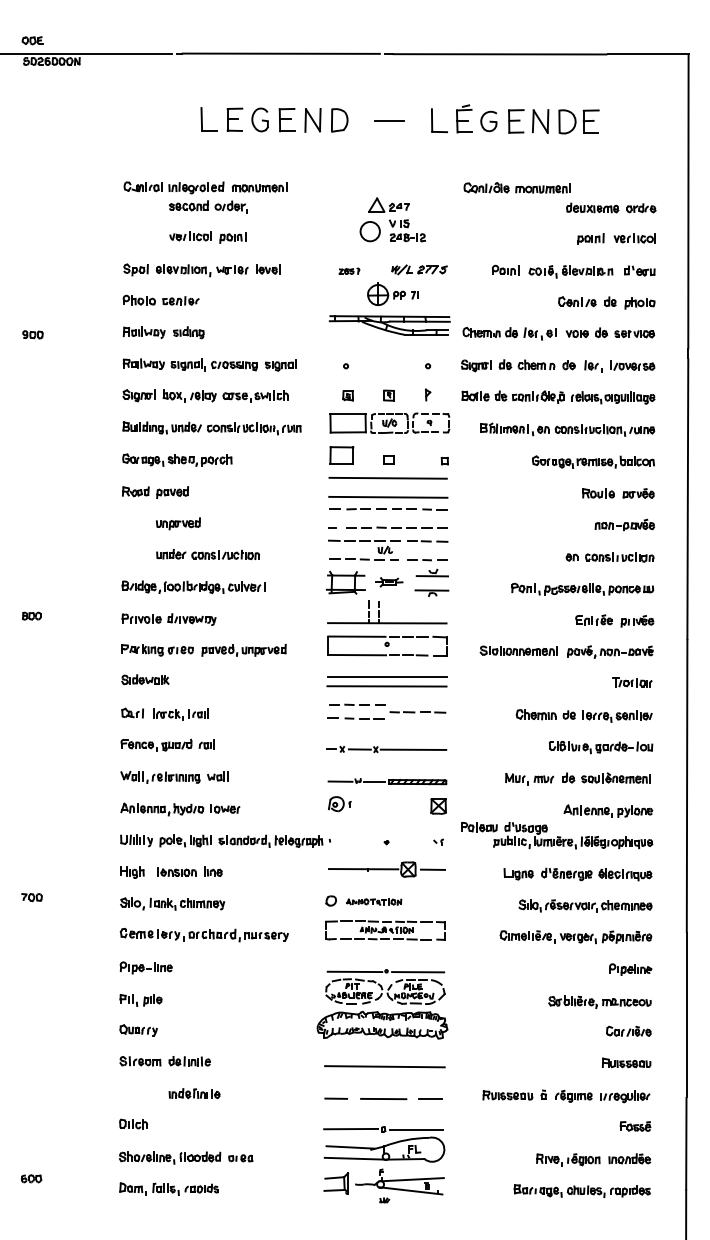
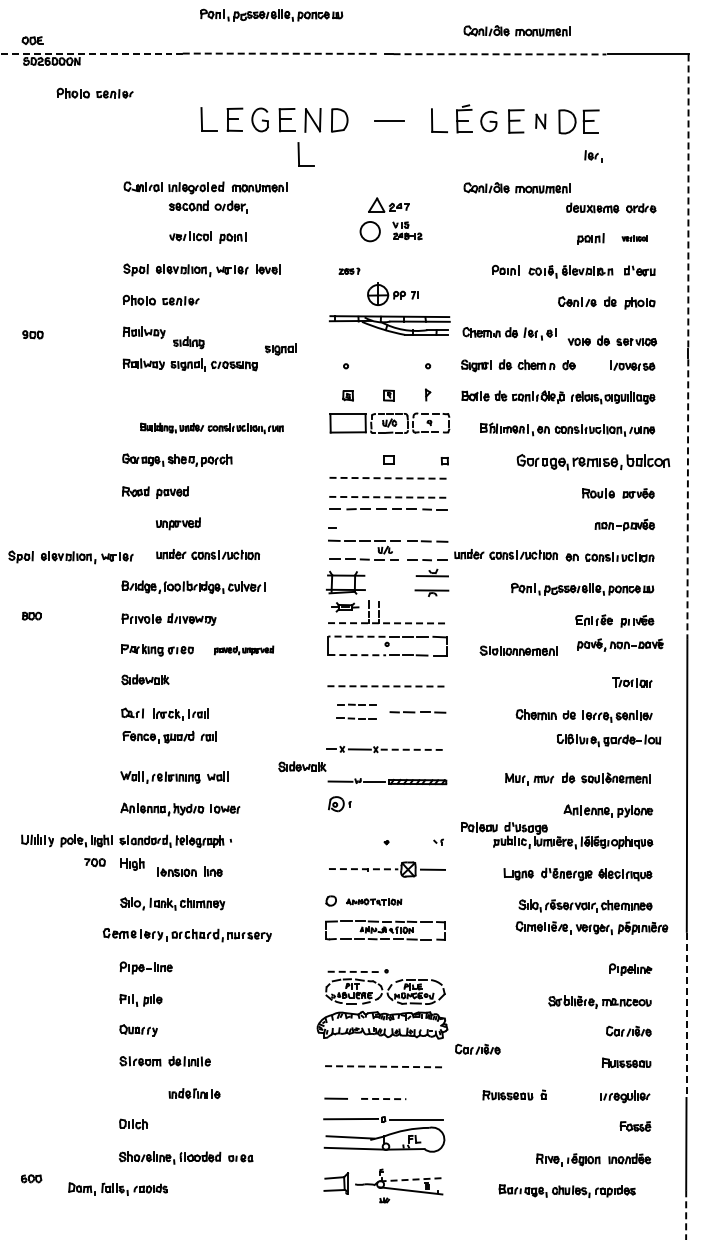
part at (271, 14): none -> present
part at (516, 30): none -> present
line at (86, 53): solid -> dashed
line at (281, 53): solid -> dashed
line at (500, 54): solid -> dashed
part at (94, 92): none -> present
part at (540, 121) size: 18x25 px -> 12x17 px
part at (305, 154): none -> present
line at (688, 202): solid -> dashed
part at (407, 230) size: 37x24 px -> 31x20 px
part at (634, 238) size: 43x11 px -> 27x7 px
part at (419, 269): present -> none
part at (188, 332) position: (188, 332) -> (188, 342)
part at (610, 332) position: (610, 332) -> (612, 340)
part at (280, 365) position: (280, 365) -> (280, 349)
part at (593, 366) position: (593, 366) -> (593, 156)
part at (205, 395): present -> none
part at (211, 428) size: 180x15 px -> 144x13 px
part at (341, 455): present -> none
part at (593, 461) size: 123x14 px -> 155x17 px
line at (388, 478): solid -> dashed
line at (388, 497): solid -> dashed
line at (687, 499): solid -> dashed
part at (396, 527): present -> none
part at (505, 554): none -> present
part at (70, 557): none -> present
part at (389, 582) position: (389, 582) -> (345, 607)
line at (387, 623): solid -> dashed
line at (356, 636): solid -> dashed
part at (243, 650) size: 86x13 px -> 61x11 px
part at (610, 651) position: (610, 651) -> (620, 644)
line at (357, 655): solid -> dashed
line at (387, 677): present -> none
line at (386, 686): solid -> dashed
part at (357, 704) size: 57x3 px -> 40x3 px
part at (355, 718) size: 58x3 px -> 41x3 px
part at (167, 744) position: (167, 744) -> (169, 736)
part at (600, 747) position: (600, 747) -> (608, 740)
line at (413, 749): solid -> dashed
part at (302, 766): none -> present
part at (438, 806): present -> none
part at (225, 840) position: (225, 840) -> (126, 840)
line at (363, 869): solid -> dashed
part at (132, 872) position: (132, 872) -> (132, 864)
part at (31, 897) position: (31, 897) -> (94, 862)
part at (203, 935) position: (203, 935) -> (186, 935)
part at (575, 937) position: (575, 937) -> (591, 928)
line at (355, 971): solid -> dashed
line at (418, 972): present -> none
line at (686, 1015): solid -> dashed
part at (477, 1048): none -> present
line at (384, 1066): solid -> dashed
part at (573, 1095): present -> none
line at (430, 1098): present -> none
line at (383, 1099): solid -> dashed
part at (384, 1144) position: (384, 1144) -> (384, 1134)
line at (412, 1179): solid -> dashed
part at (168, 1188) position: (168, 1188) -> (117, 1188)
part at (581, 1191) position: (581, 1191) -> (566, 1191)
line at (686, 1215): solid -> dashed
